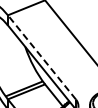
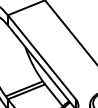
line at (41, 57): dashed -> solid
